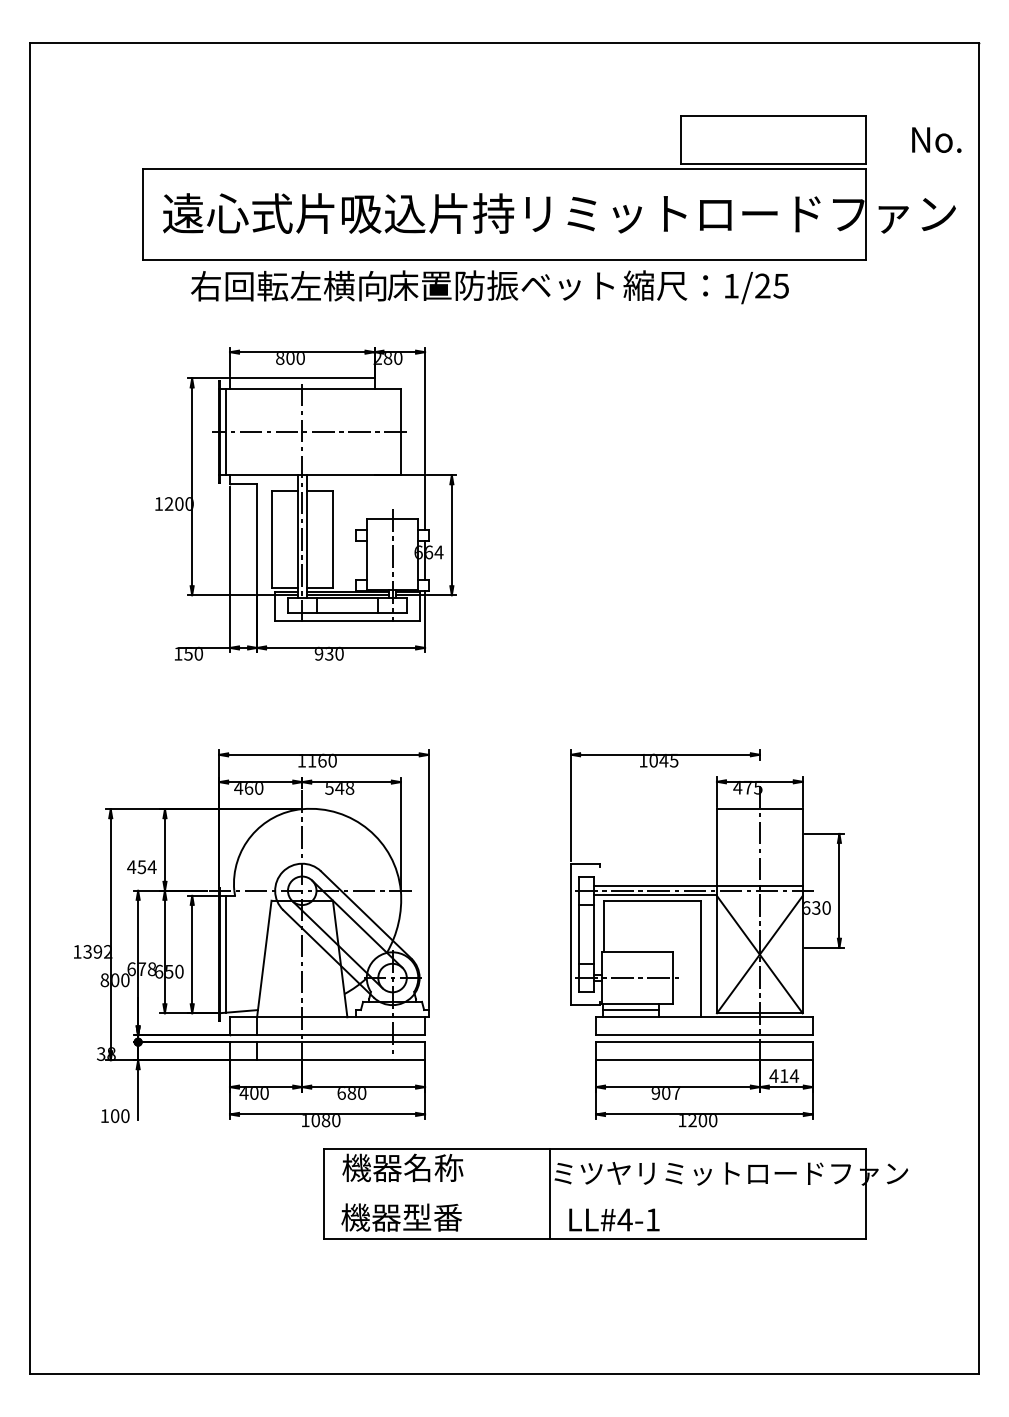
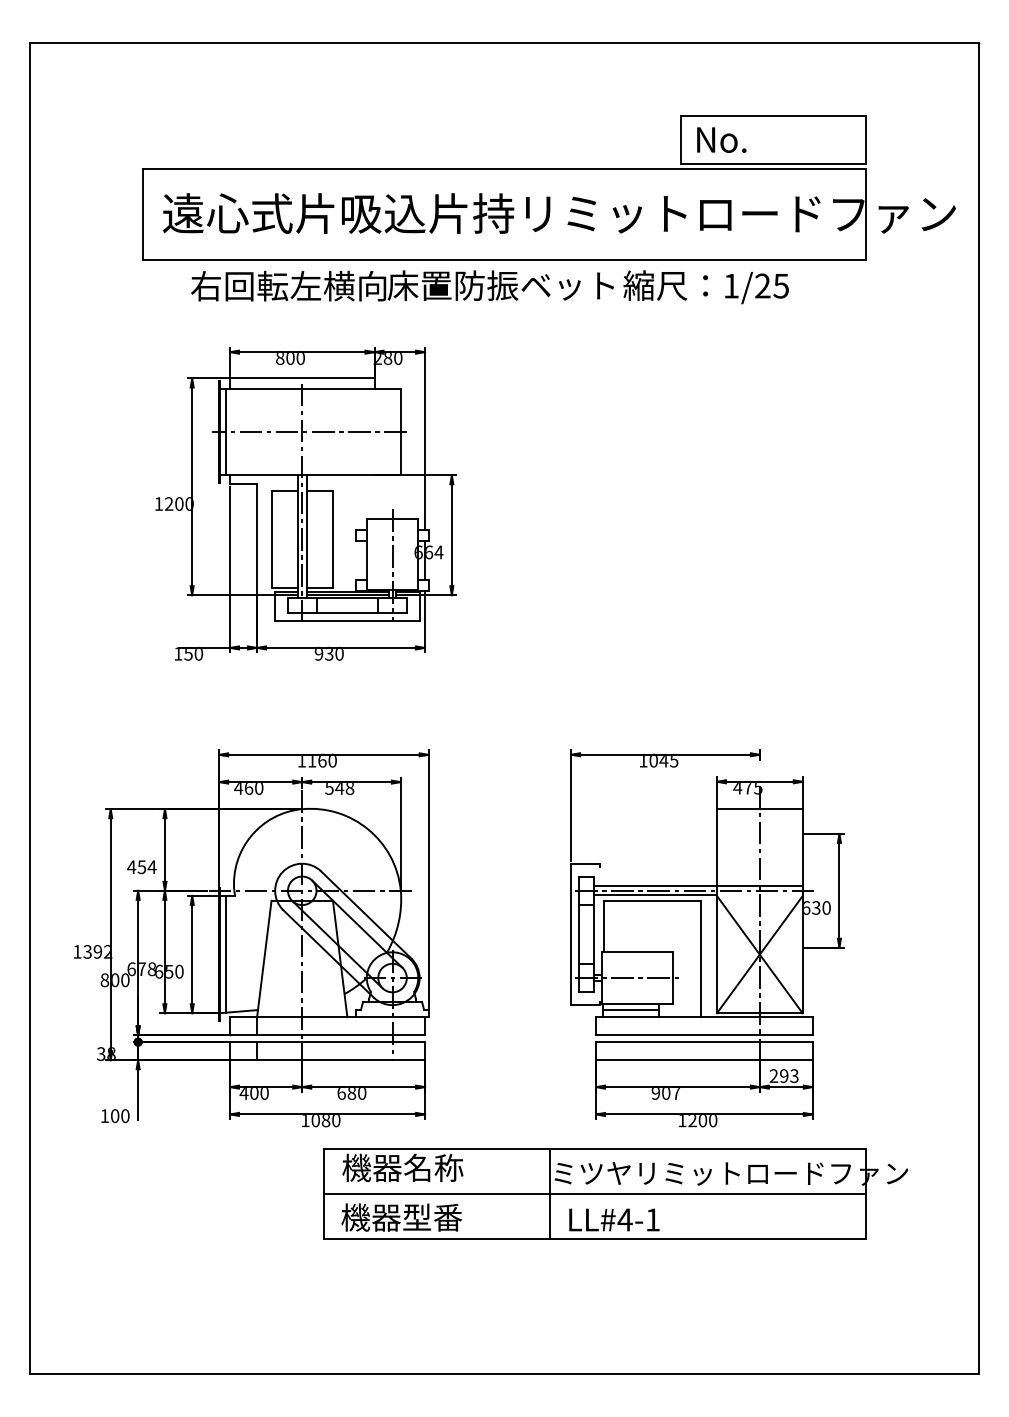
text at (936, 139) position: (936, 139) -> (721, 139)
text at (784, 1076): 414 -> 293
line at (594, 1193): none -> present
